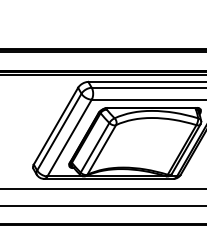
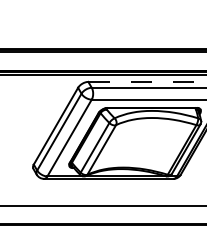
line at (148, 81): solid -> dashed
line at (102, 189): present -> none
